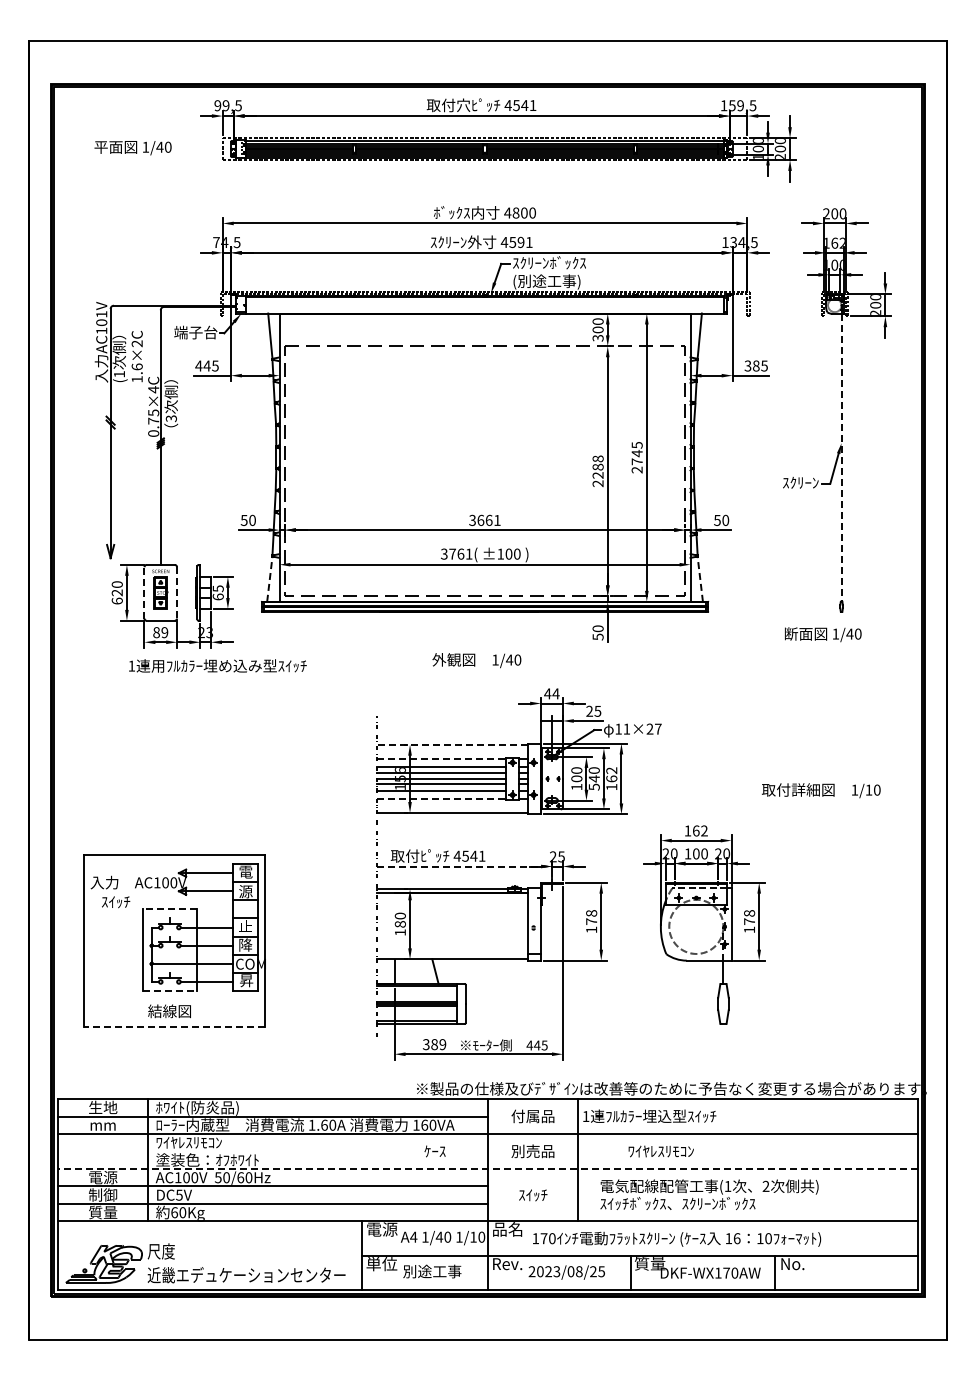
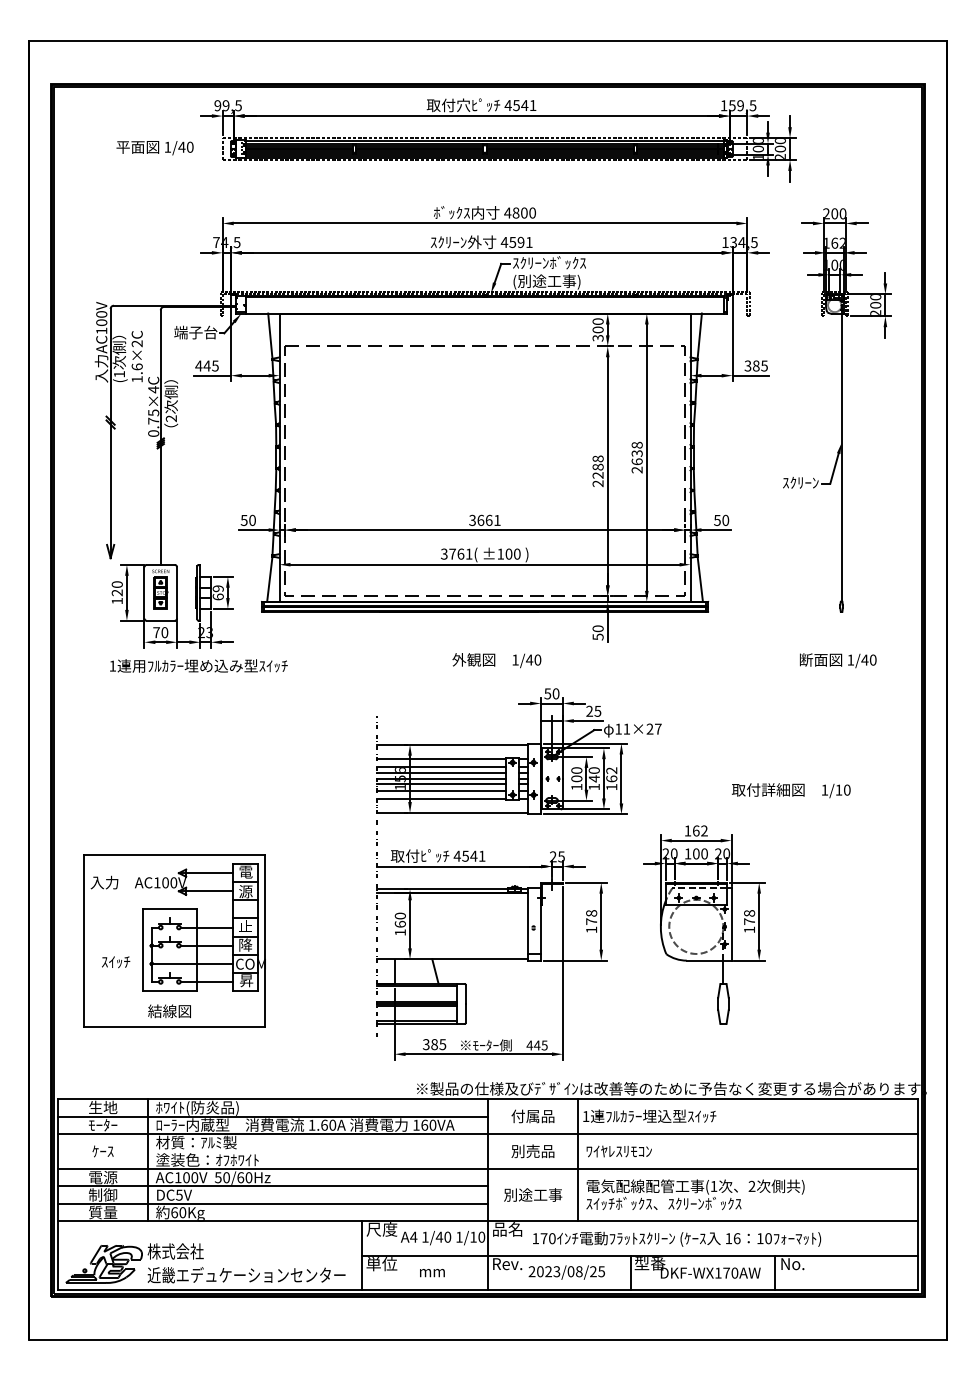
text at (132, 148) position: (132, 148) -> (154, 148)
text at (101, 314): AC101V -> AC100V
text at (171, 418): 3 -> 2
text at (636, 453): 2745 -> 2638
line at (841, 457): dashed -> solid
line at (269, 579): dashed -> solid
line at (700, 579): dashed -> solid
text at (217, 588): 65 -> 69
line at (144, 592): dashed -> solid
line at (177, 592): dashed -> solid
text at (116, 600): 620 -> 120
text at (160, 632): 89 -> 70
text at (823, 634) position: (823, 634) -> (838, 660)
text at (476, 660) position: (476, 660) -> (496, 660)
text at (217, 665) position: (217, 665) -> (198, 665)
text at (551, 693): 44 -> 50
line at (452, 744): dashed -> solid
line at (442, 758): dashed -> solid
text at (593, 786): 540 -> 140
text at (821, 790) position: (821, 790) -> (791, 790)
line at (442, 798): dashed -> solid
line at (460, 866): dashed -> solid
text at (116, 902) position: (116, 902) -> (116, 962)
line at (169, 909): dashed -> solid
text at (399, 923): 180 -> 160
line at (170, 991): dashed -> solid
line at (174, 1027): dashed -> solid
text at (442, 1044): 389 -> 385
text at (103, 1125): mm -> ﾓｰﾀｰ
text at (196, 1142): ﾜｲﾔﾚｽﾘﾓｺﾝ -> 材質：ｱﾙﾐ製
text at (434, 1151) position: (434, 1151) -> (102, 1151)
text at (660, 1151) position: (660, 1151) -> (618, 1151)
line at (487, 1168): dashed -> solid
text at (533, 1194): ｽｲｯﾁ -> 別途工事
text at (709, 1194) position: (709, 1194) -> (695, 1194)
text at (381, 1229): 電源 -> 尺度
text at (175, 1251): 尺度 -> 株式会社
text at (649, 1263): 質量 -> 型番
text at (432, 1271): 別途工事 -> mm
